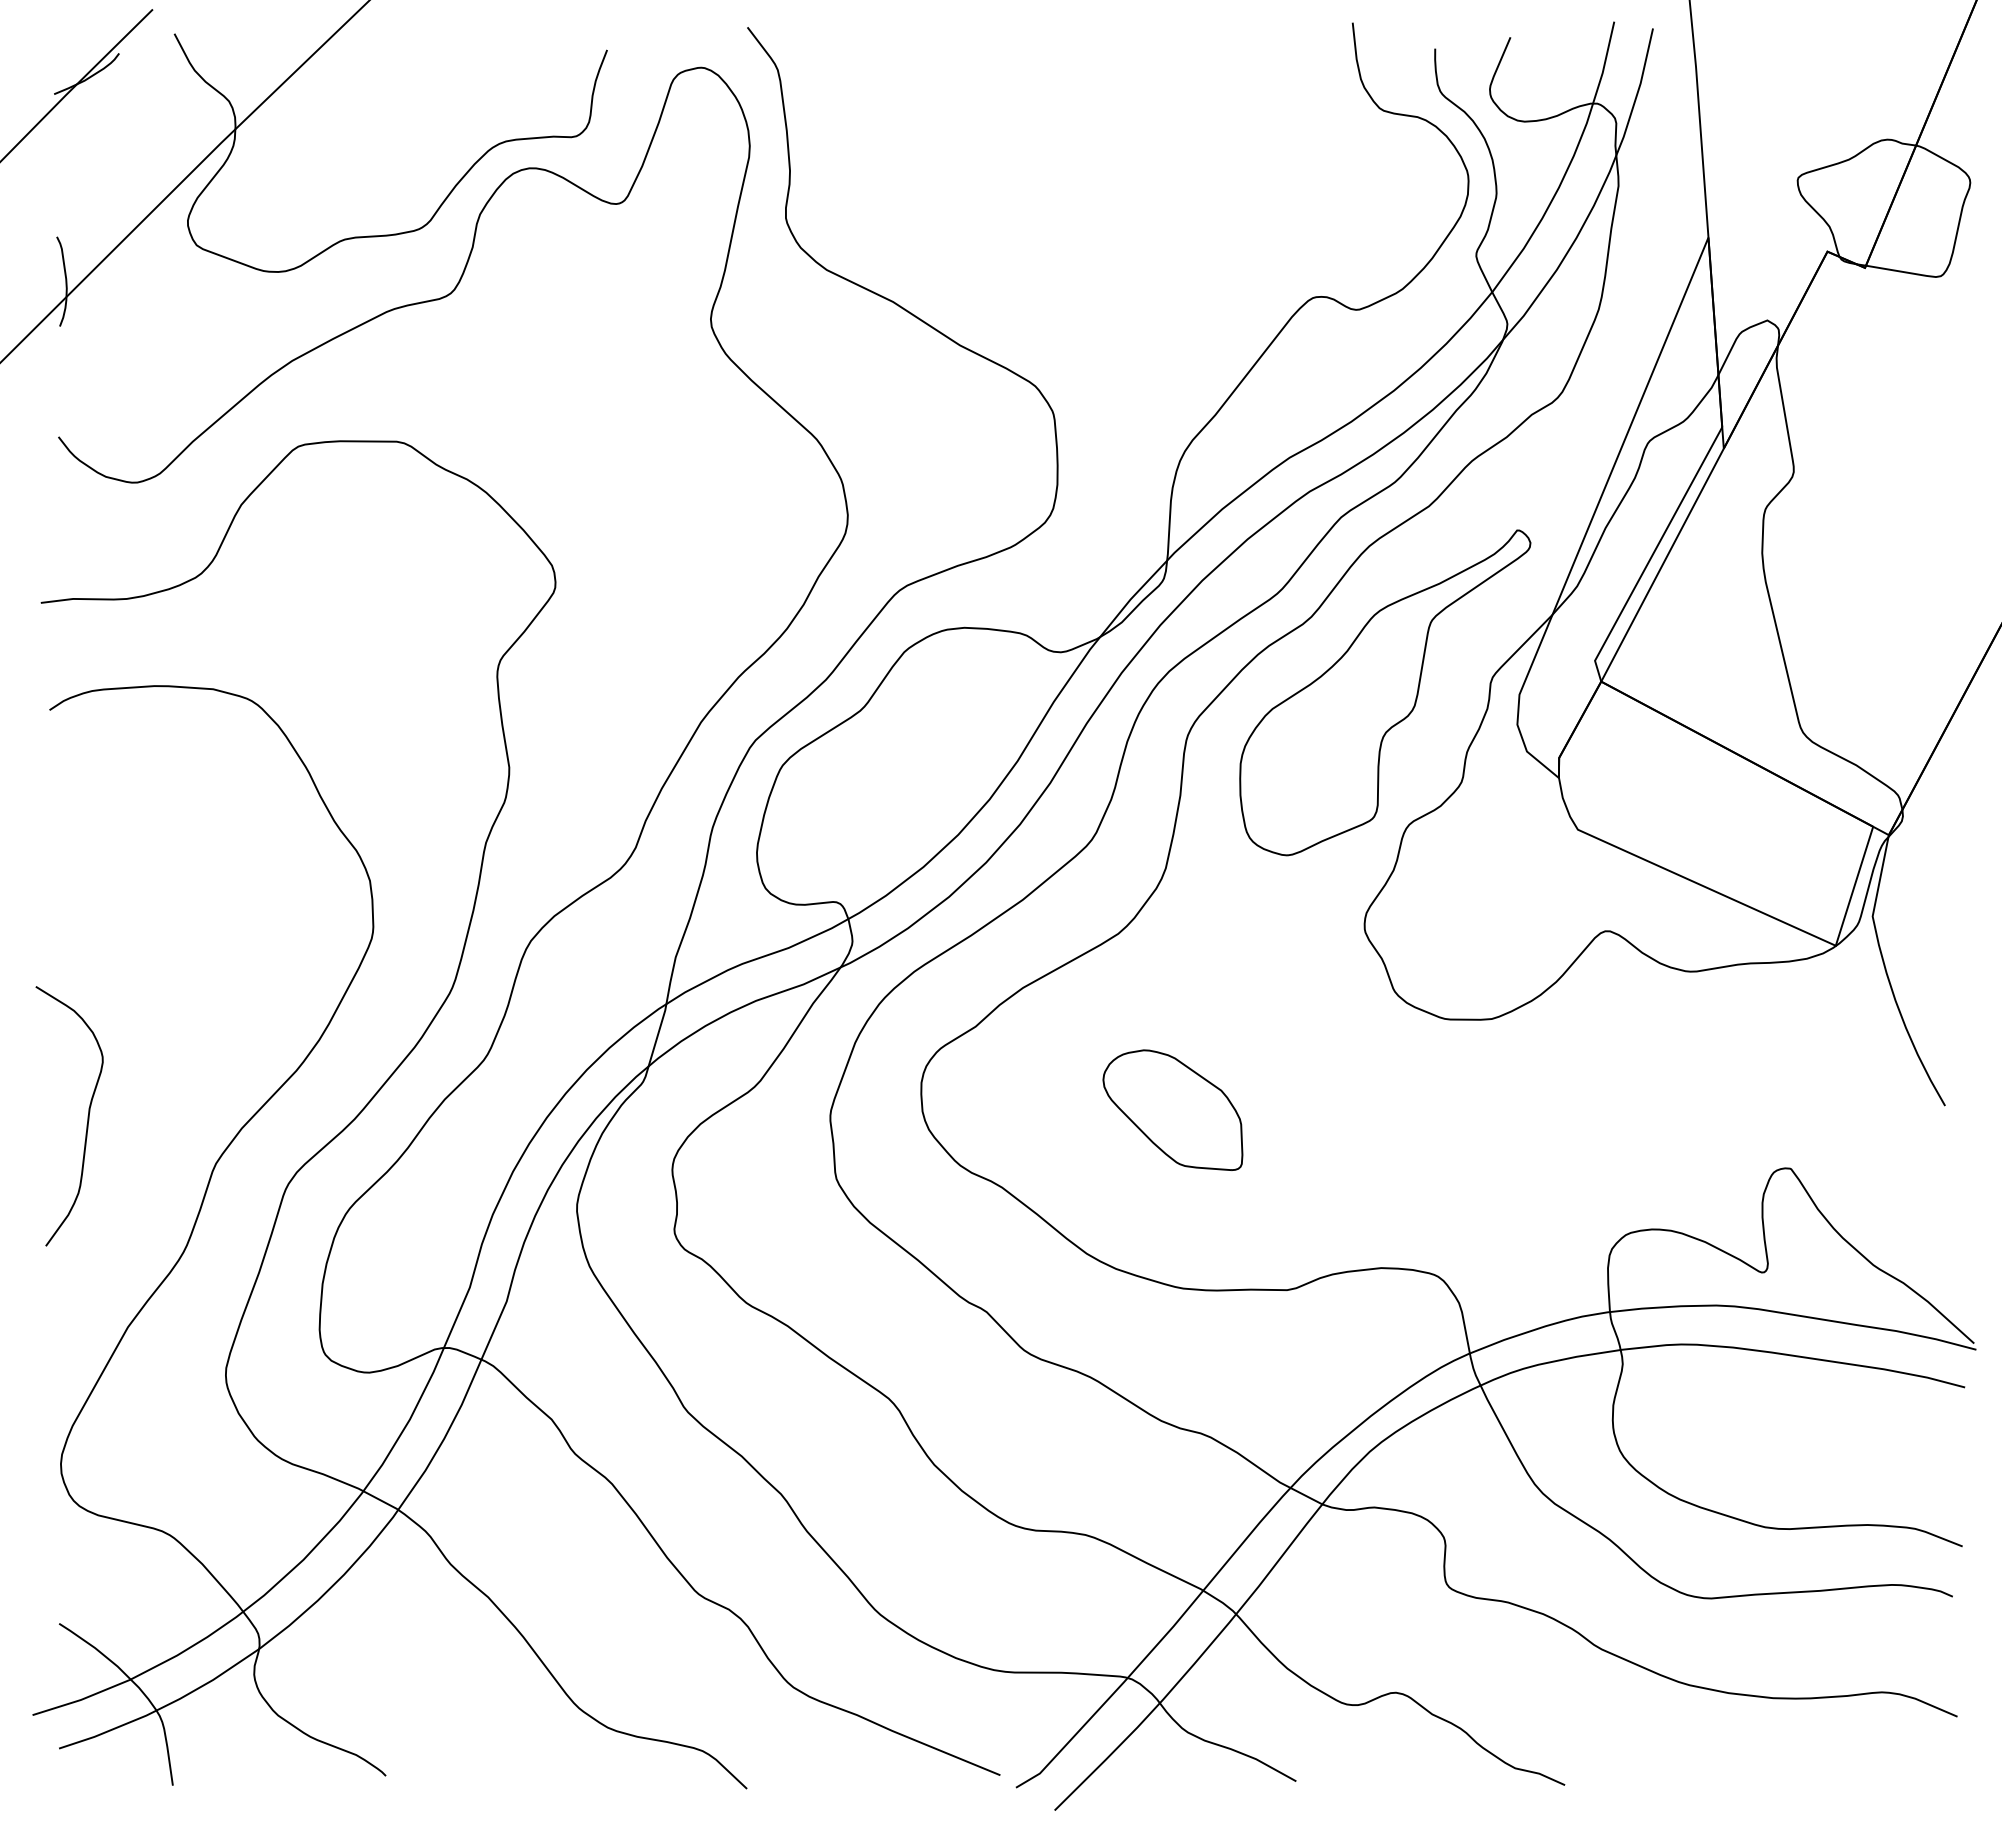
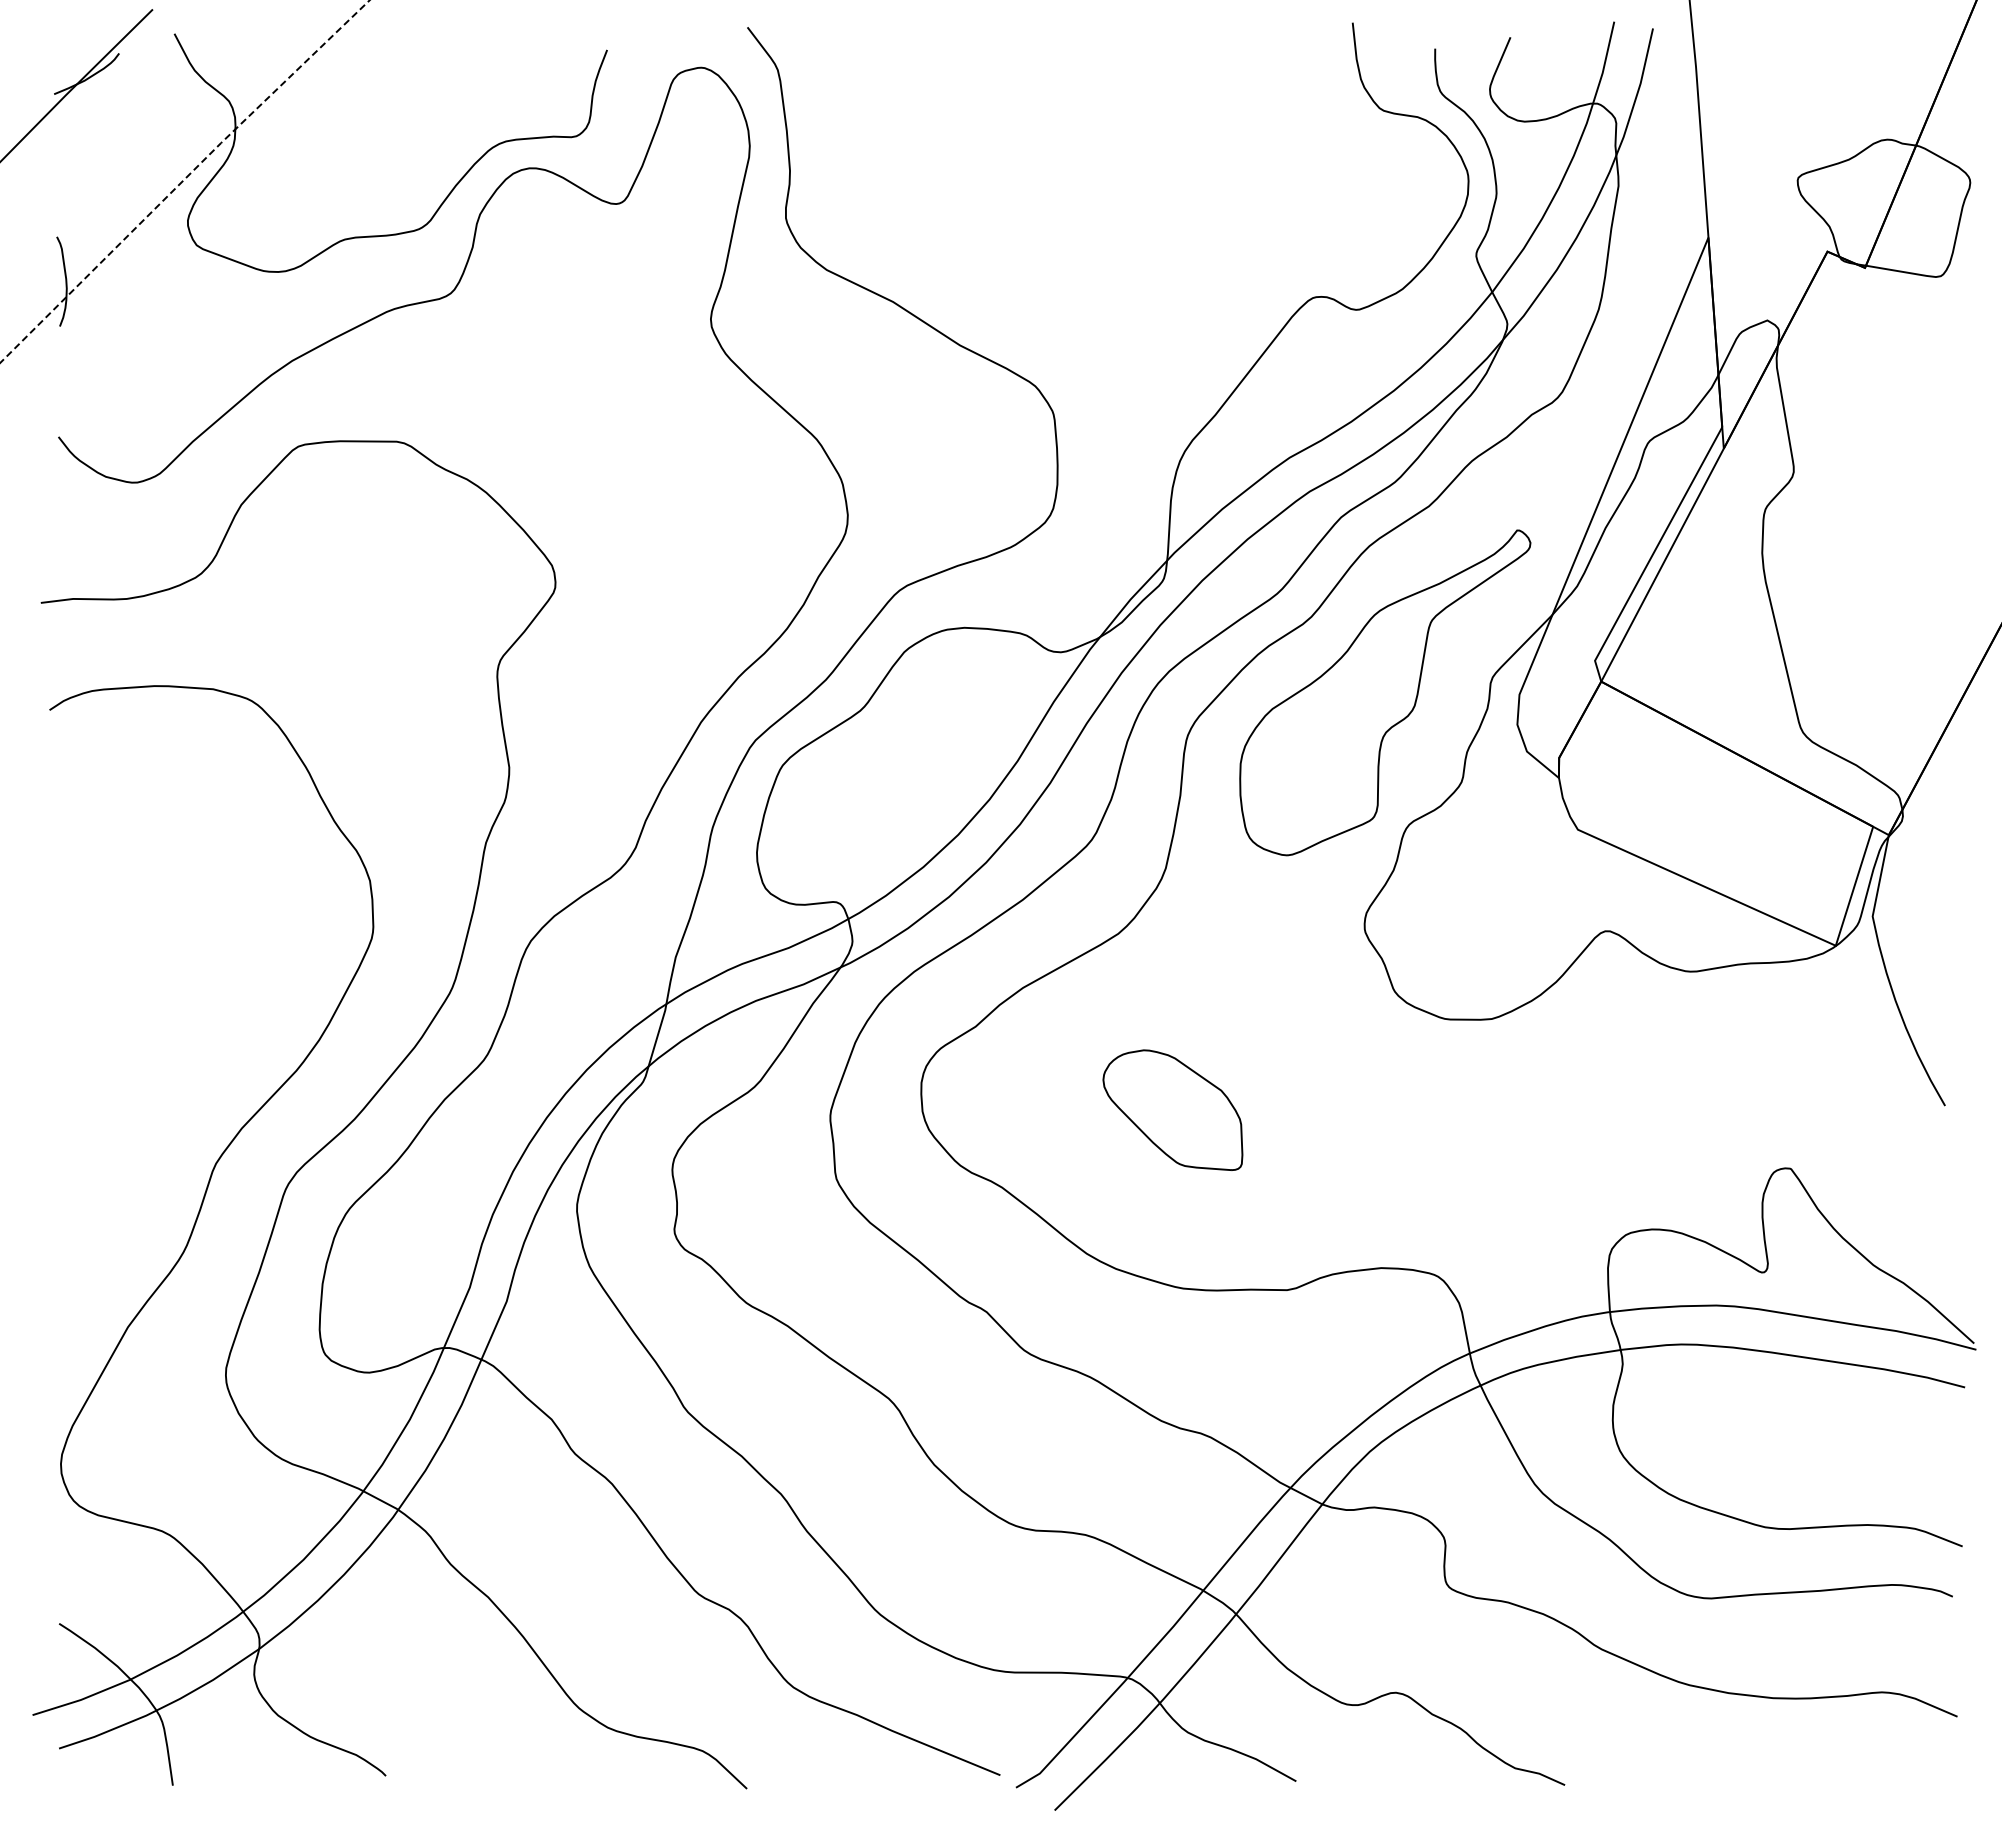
line at (183, 180): solid -> dashed
curve at (87, 1116): present -> none
